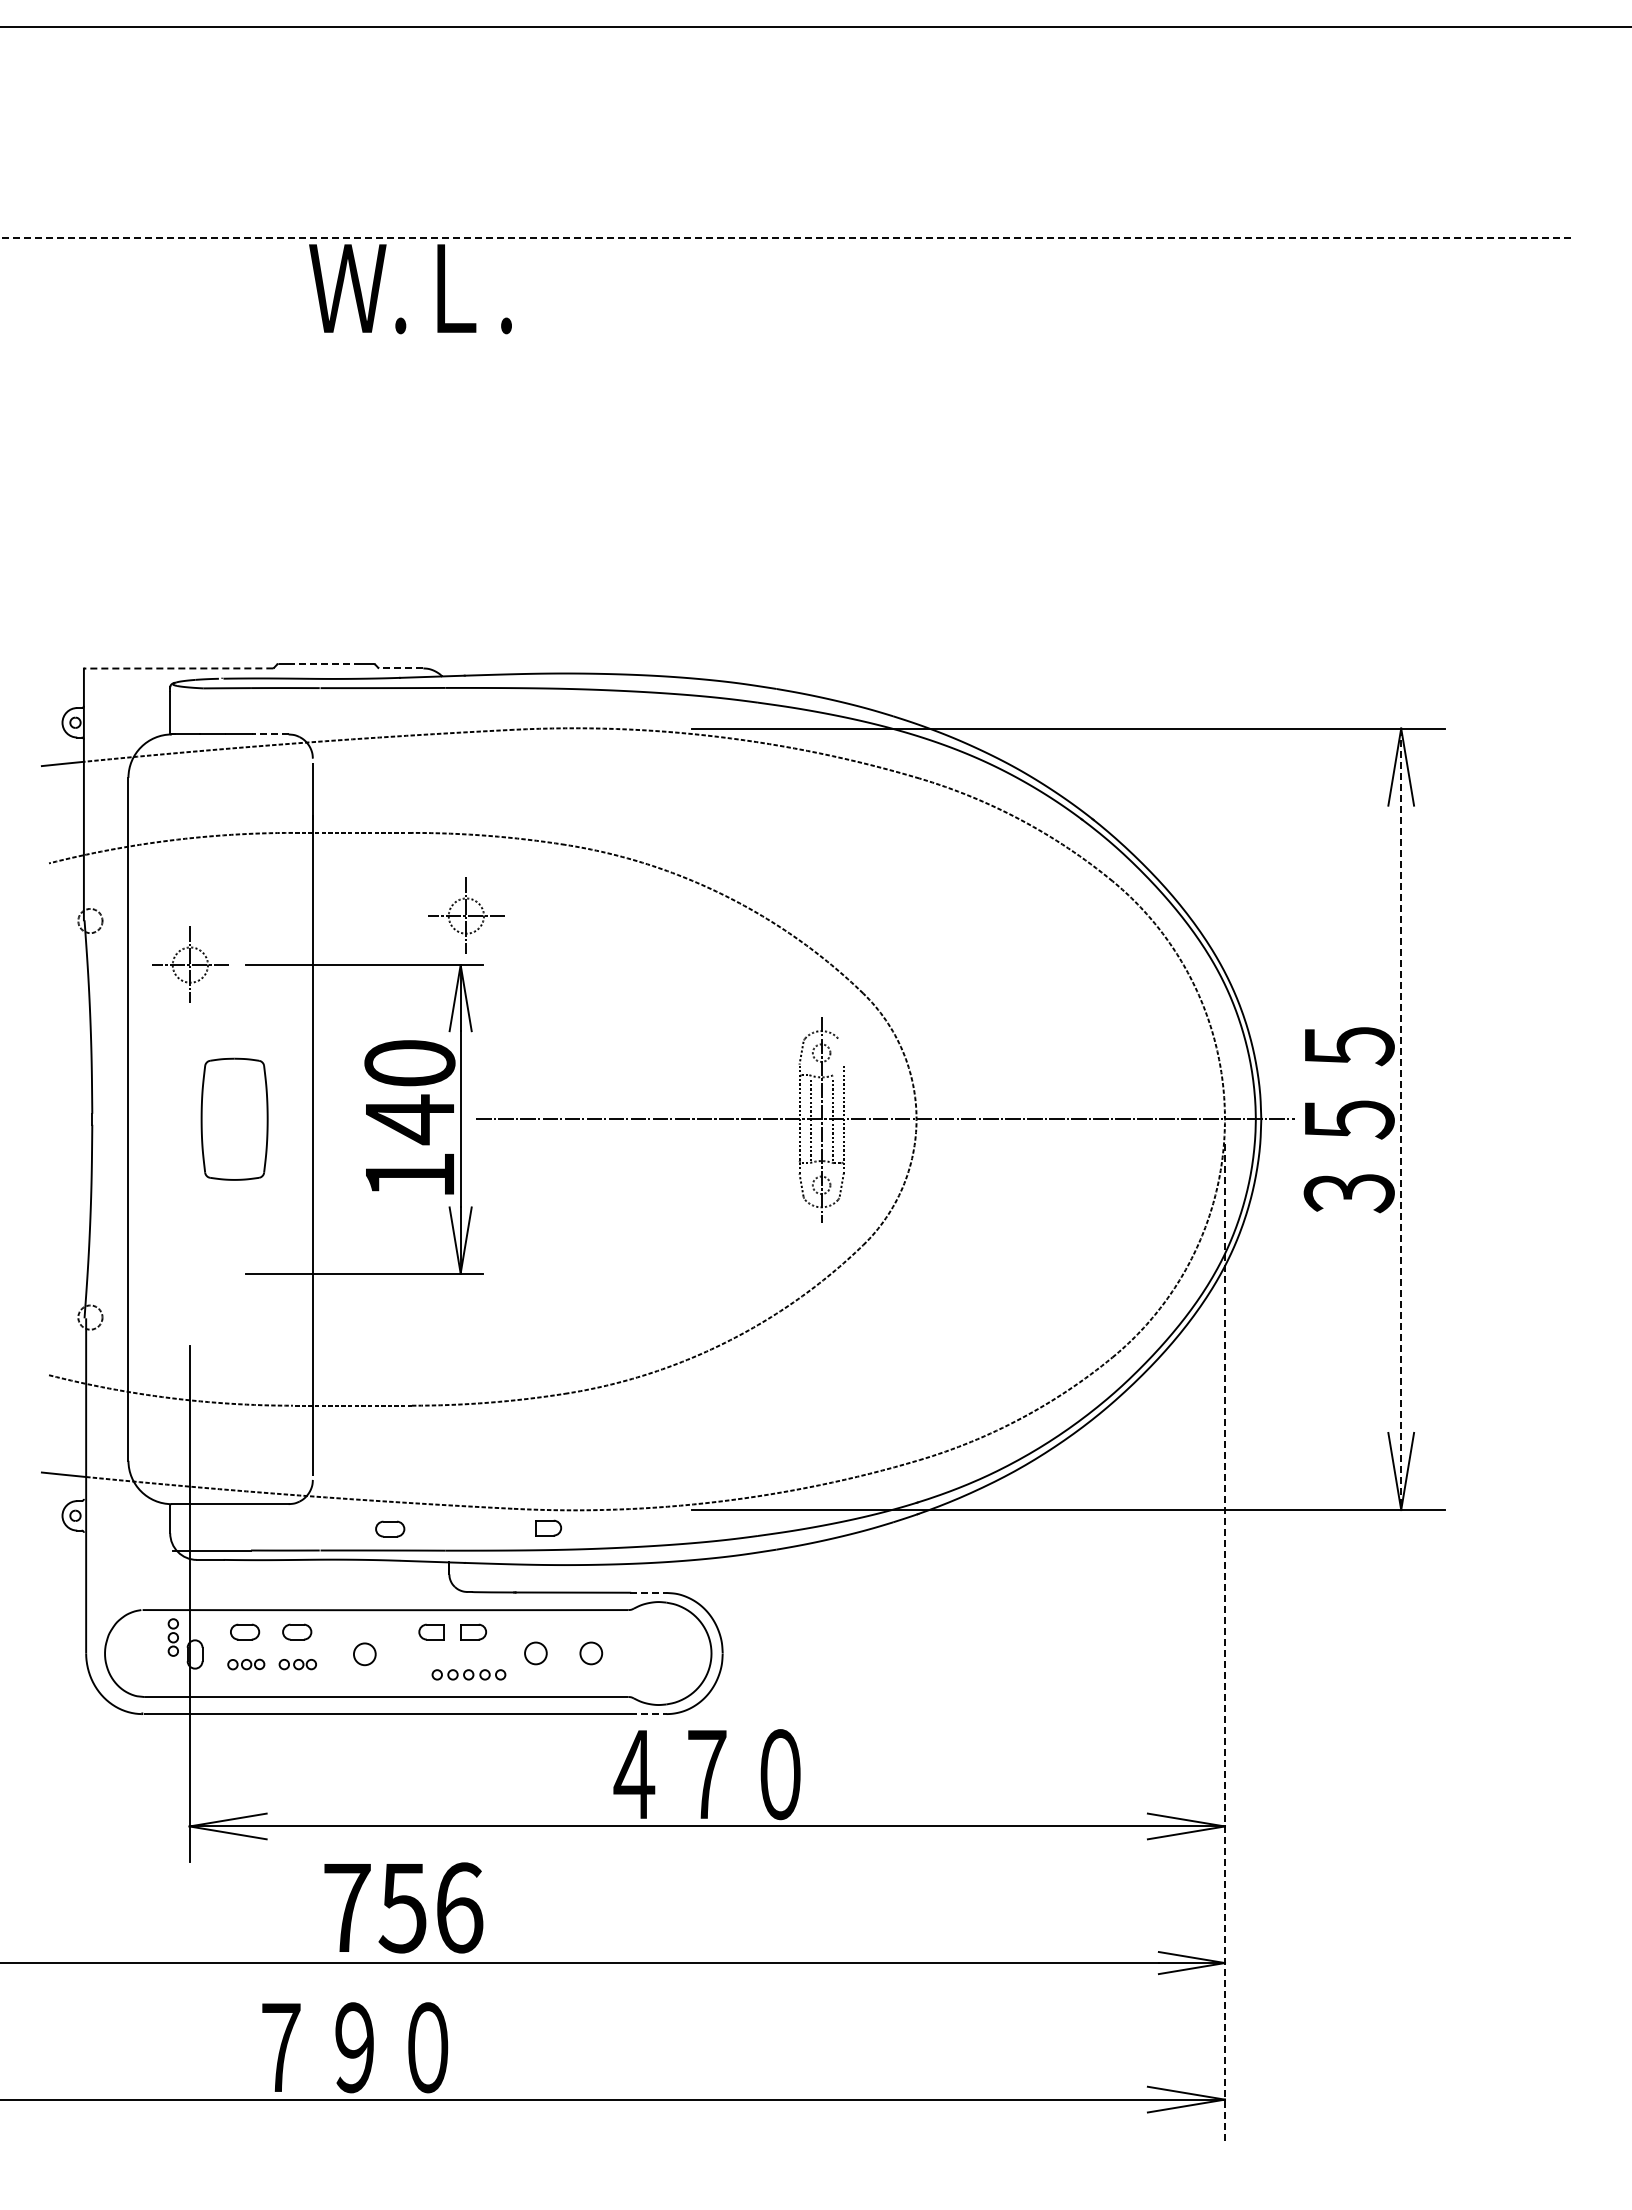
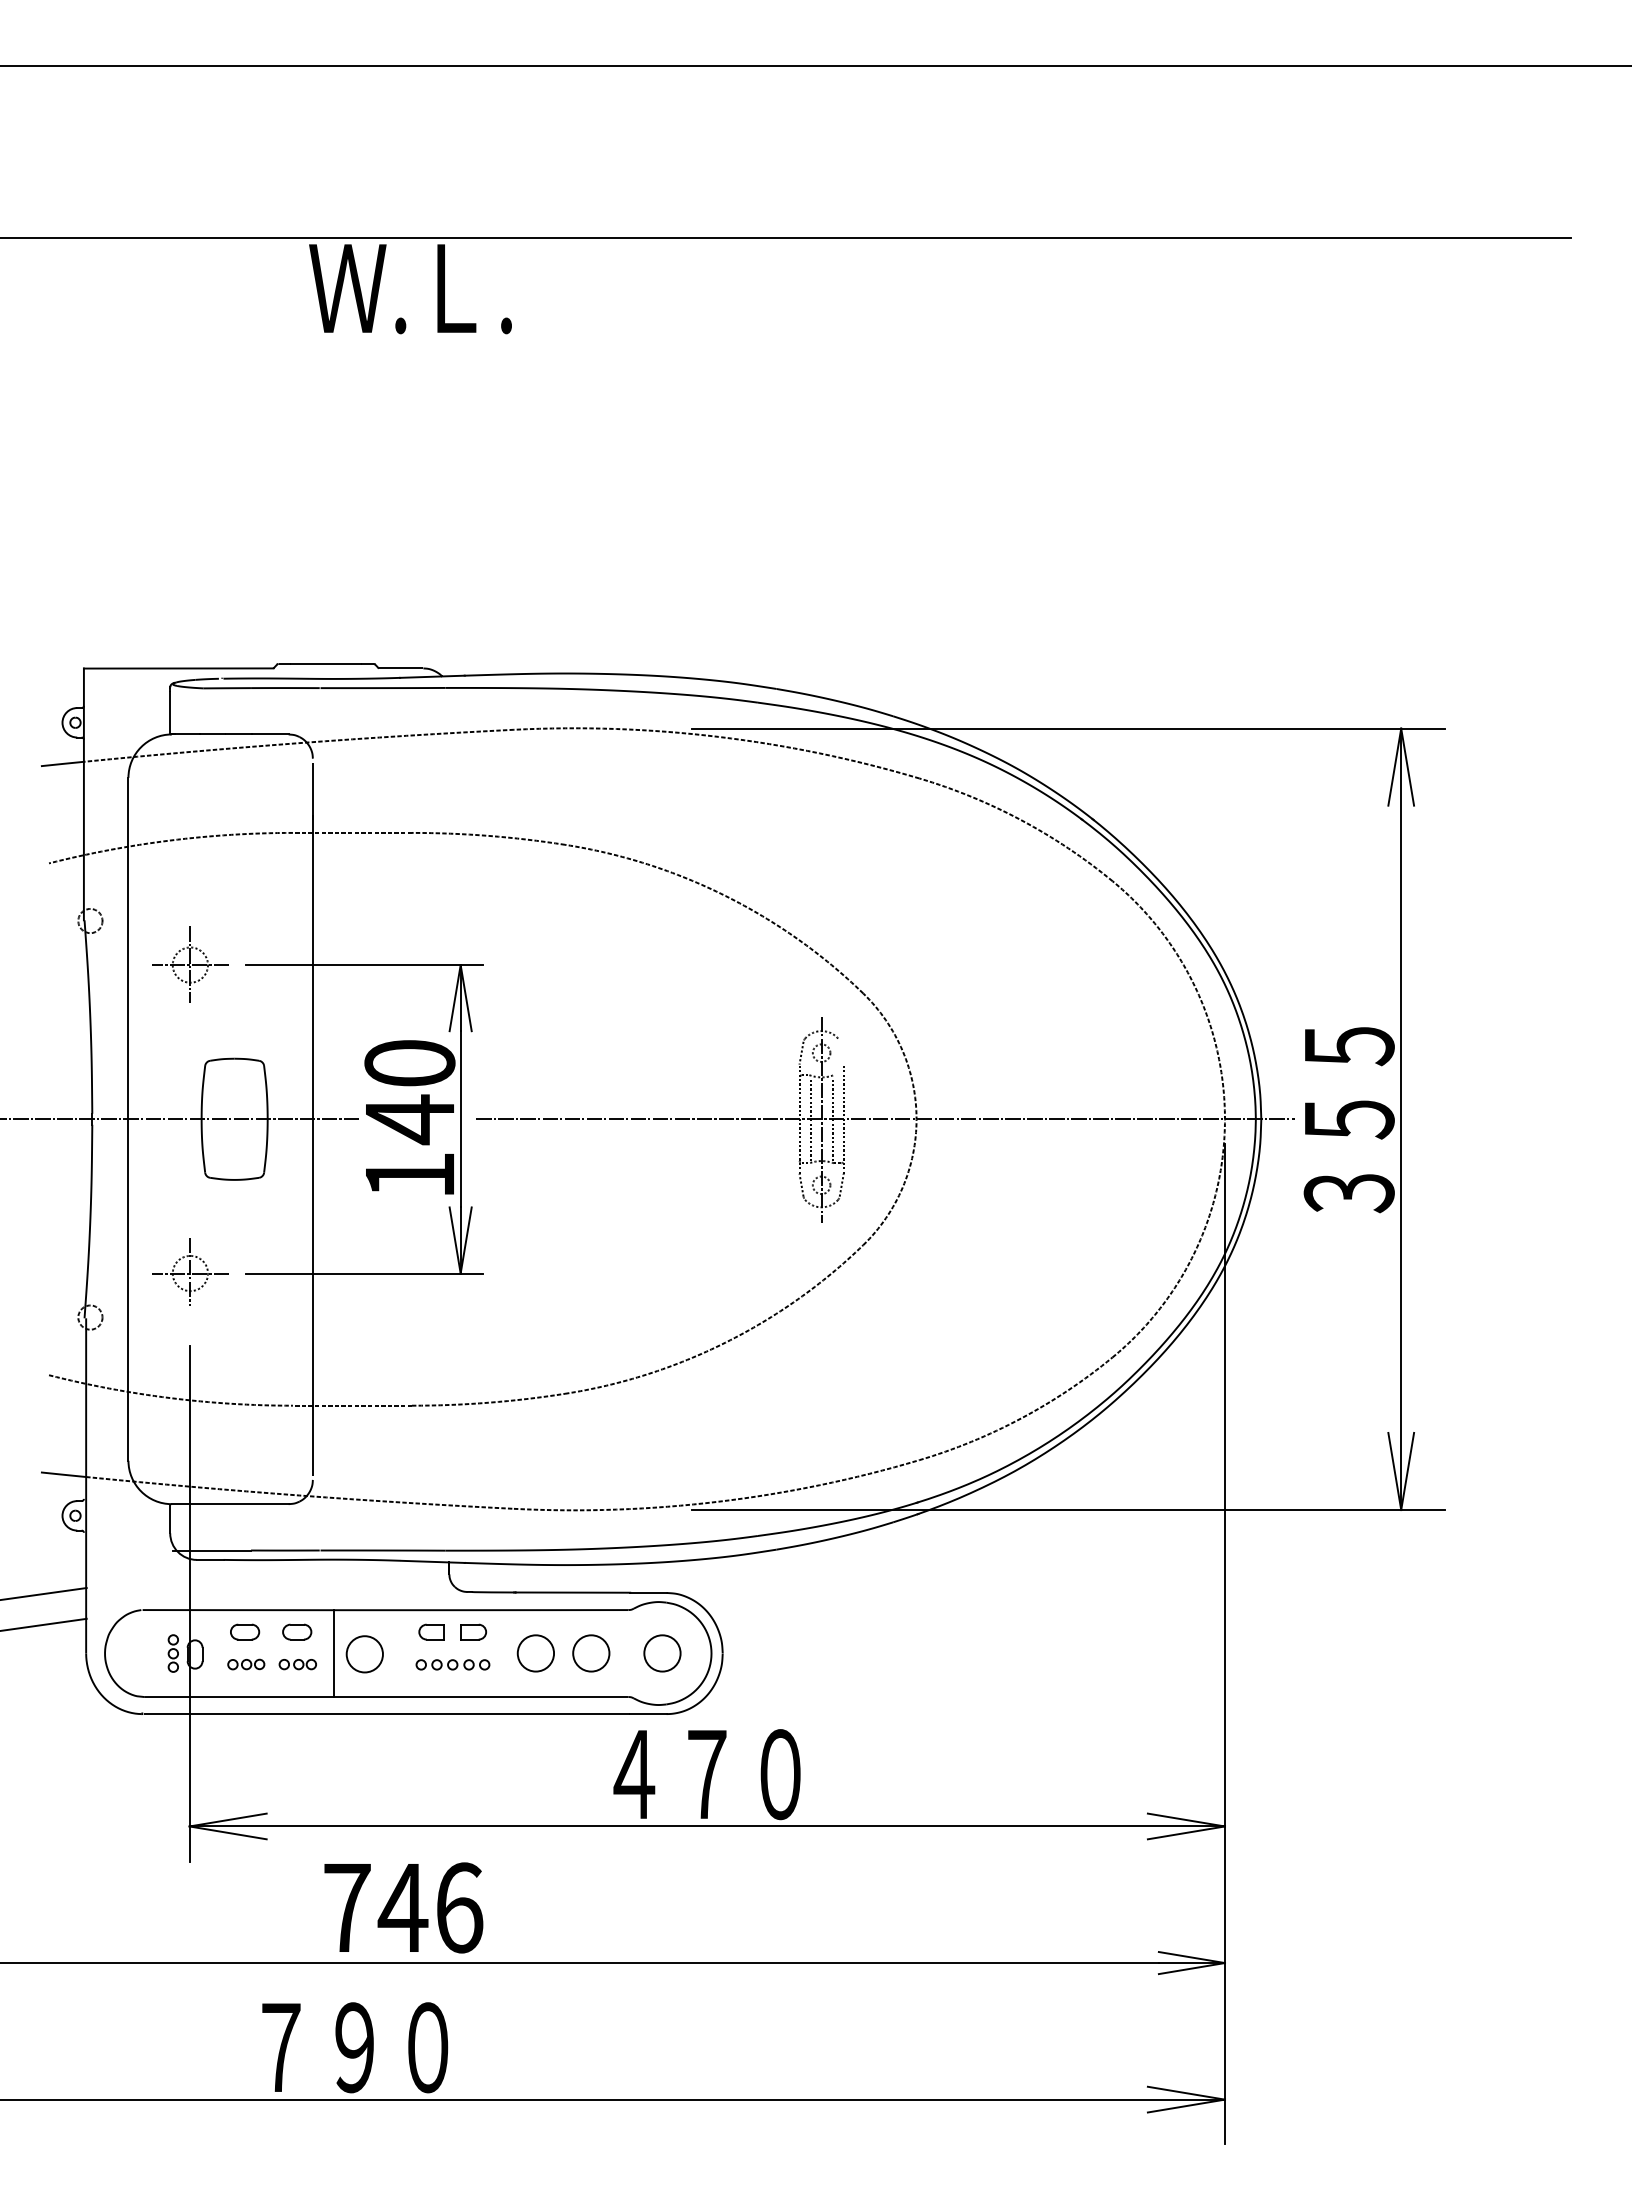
line at (815, 27) position: (815, 27) -> (815, 66)
line at (785, 238): dashed -> solid
line at (325, 663): dashed -> solid
line at (178, 668): dashed -> solid
line at (401, 668): dashed -> solid
line at (270, 734): dashed -> solid
part at (466, 915): present -> none
line at (180, 1119): none -> present
line at (1401, 1119): dashed -> solid
part at (190, 1271): none -> present
part at (548, 1527): present -> none
part at (390, 1528): present -> none
line at (648, 1592): dashed -> solid
line at (44, 1593): none -> present
line at (44, 1624): none -> present
part at (172, 1637) position: (172, 1637) -> (172, 1653)
line at (1224, 1644): dashed -> solid
line at (334, 1653): none -> present
circle at (535, 1653) diameter: 22 px -> 36 px
circle at (591, 1653) diameter: 22 px -> 36 px
circle at (662, 1653): none -> present
circle at (364, 1654) diameter: 22 px -> 36 px
part at (468, 1674) position: (468, 1674) -> (452, 1664)
line at (648, 1714): dashed -> solid
text at (402, 1908): 756 -> 746
